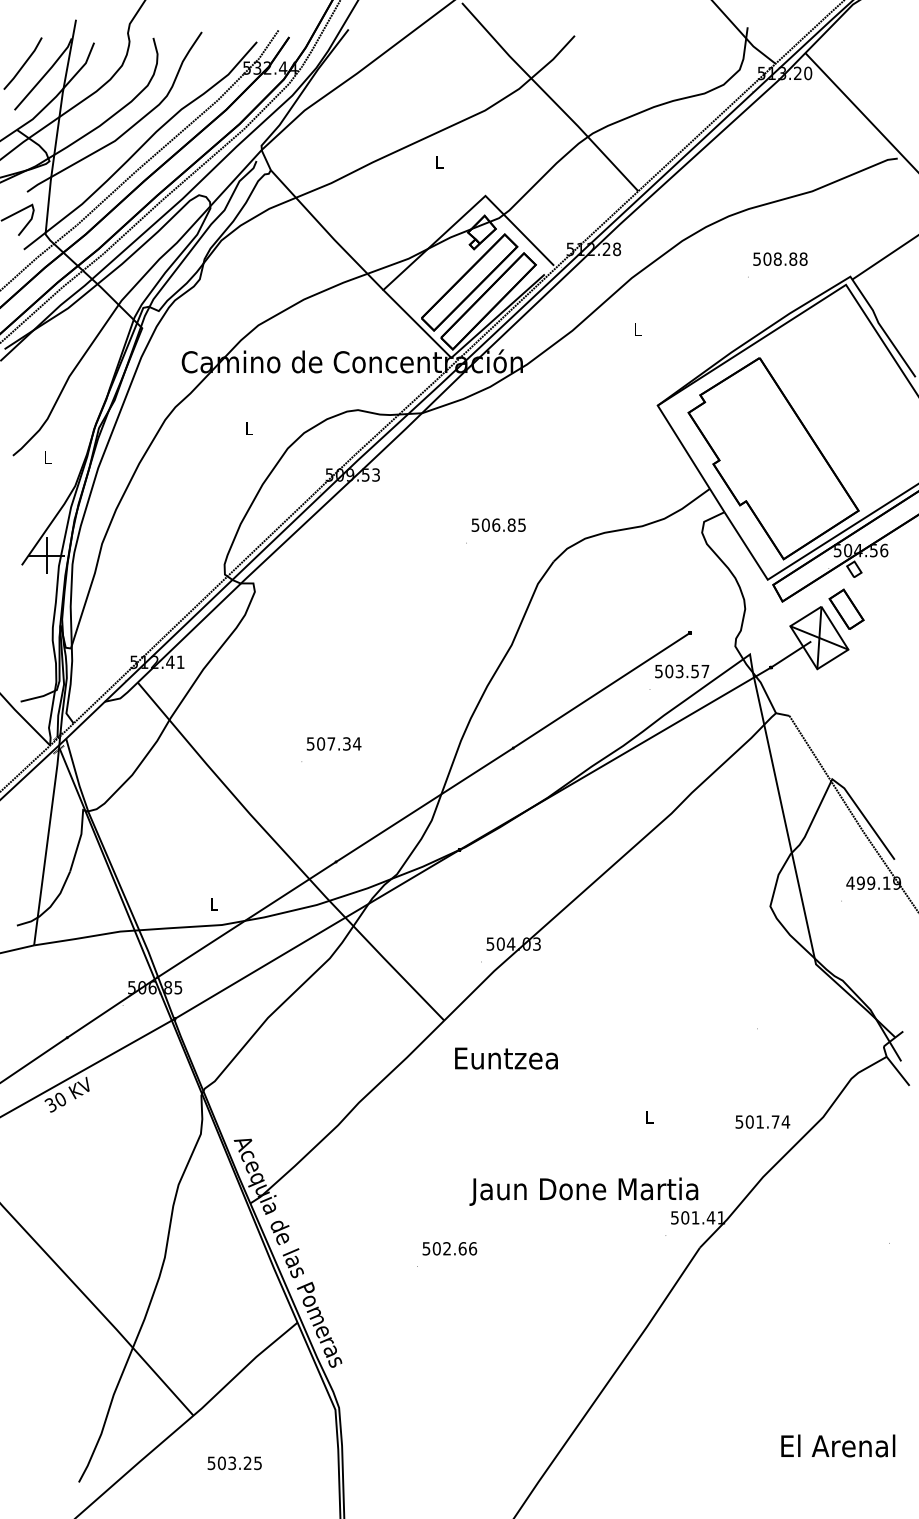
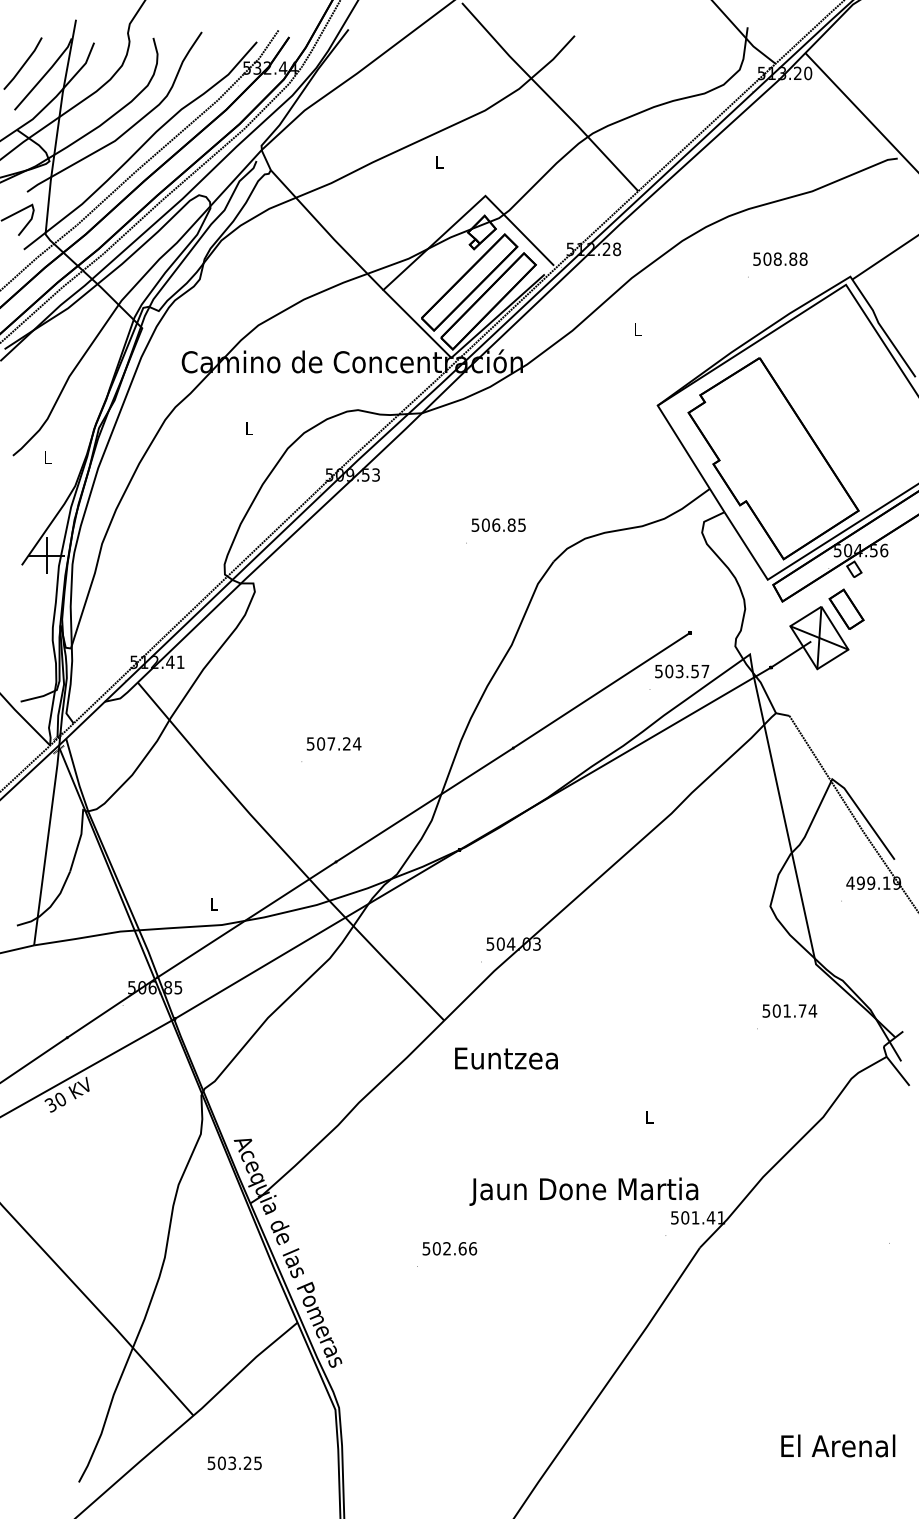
text at (346, 743): 507.34 -> 507.24
text at (762, 1121) position: (762, 1121) -> (789, 1010)
